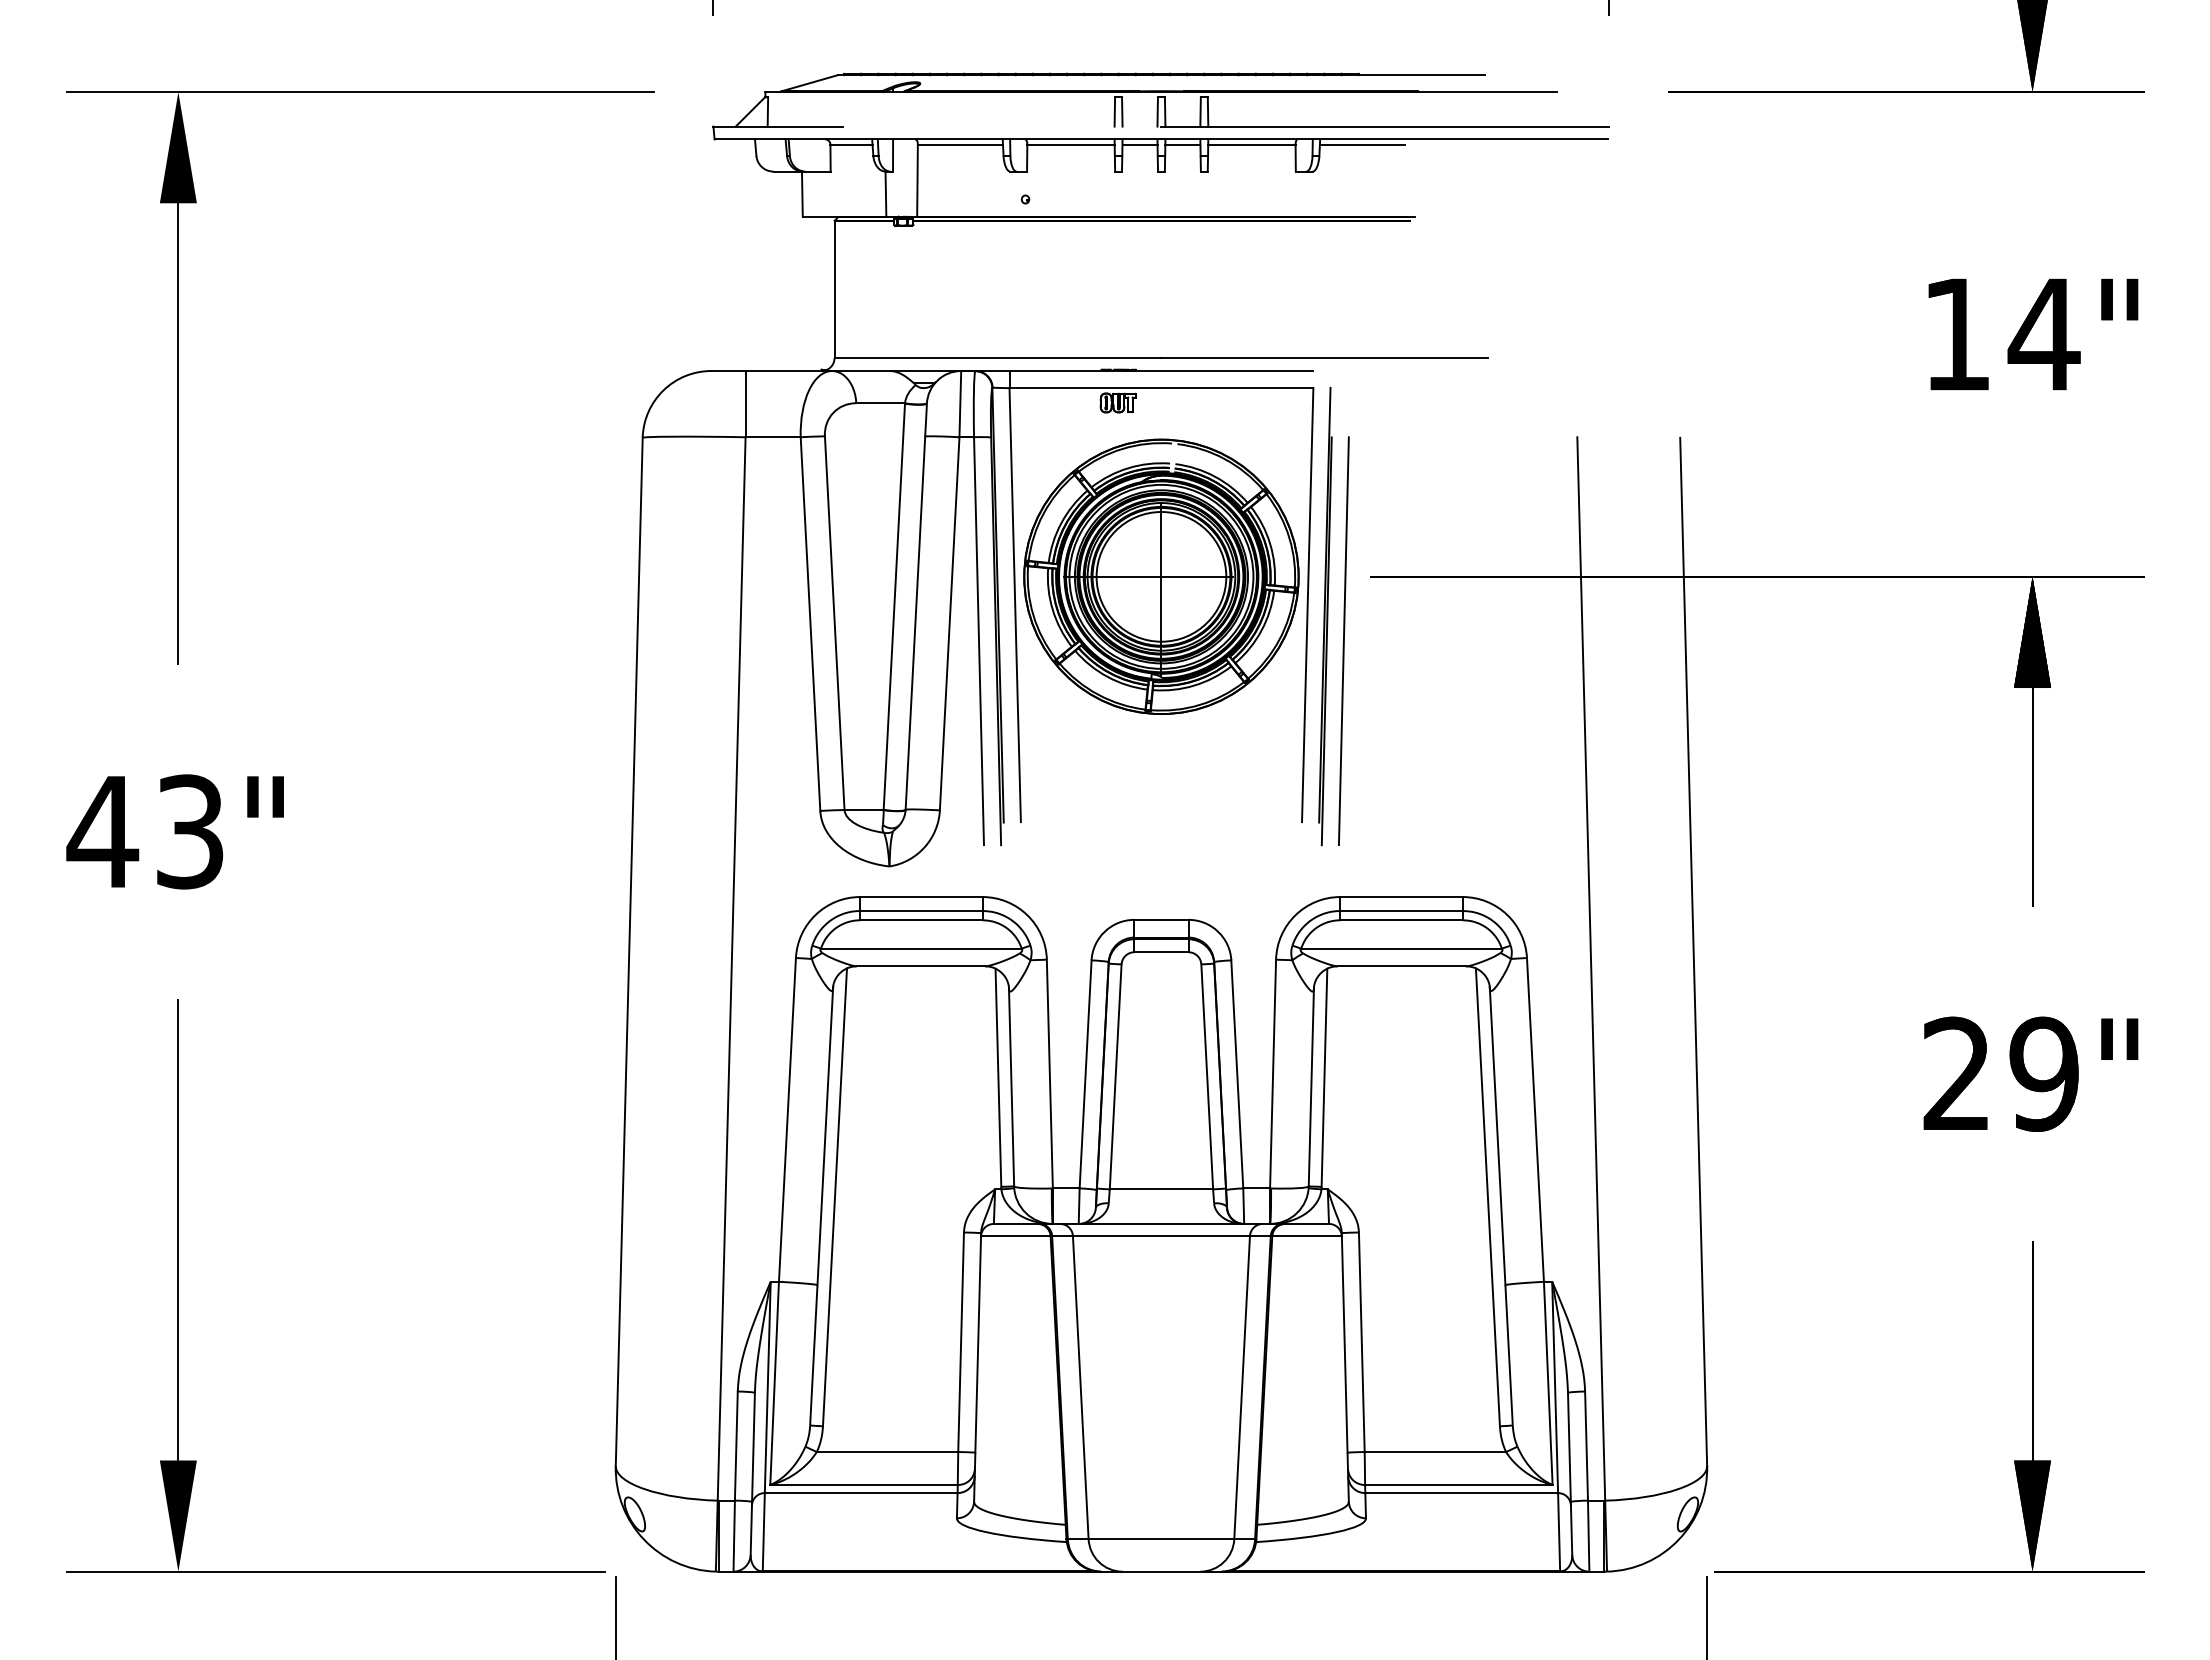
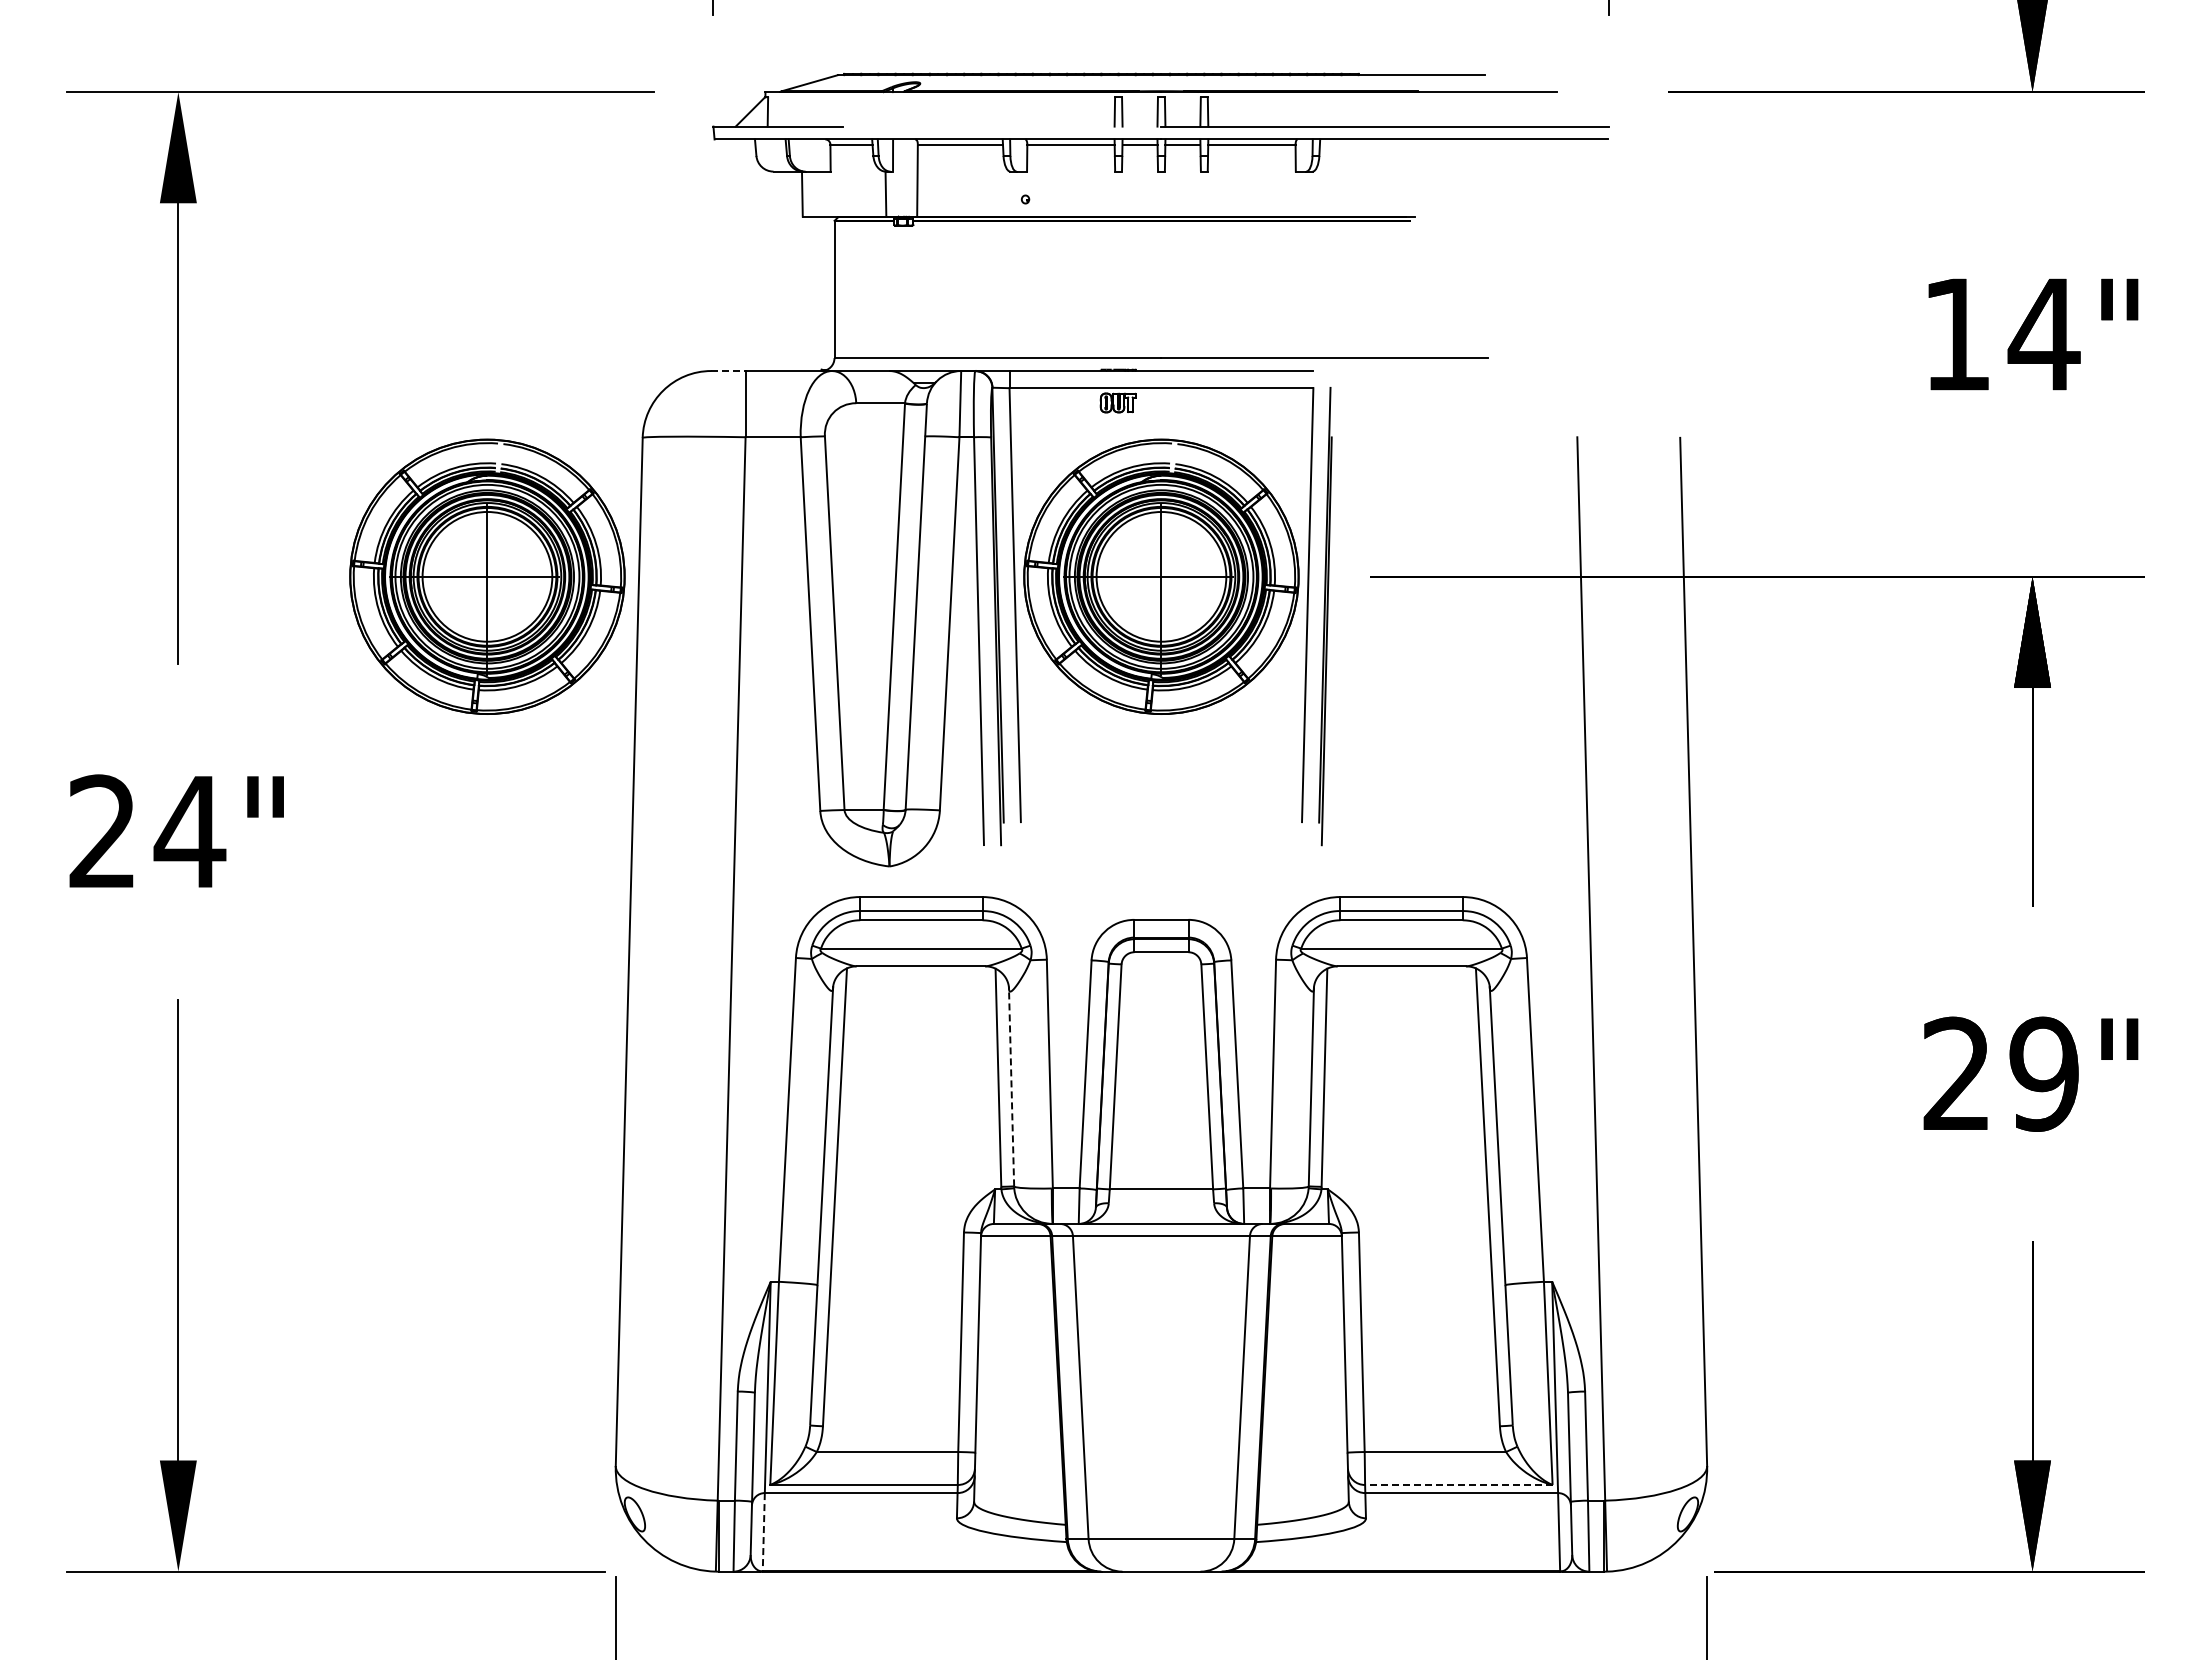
line at (1362, 144): present -> none
line at (728, 371): solid -> dashed
part at (487, 576): none -> present
line at (1343, 641): present -> none
text at (146, 831): 43" -> 24"
line at (1011, 1086): solid -> dashed
line at (1458, 1484): solid -> dashed
line at (763, 1532): solid -> dashed
